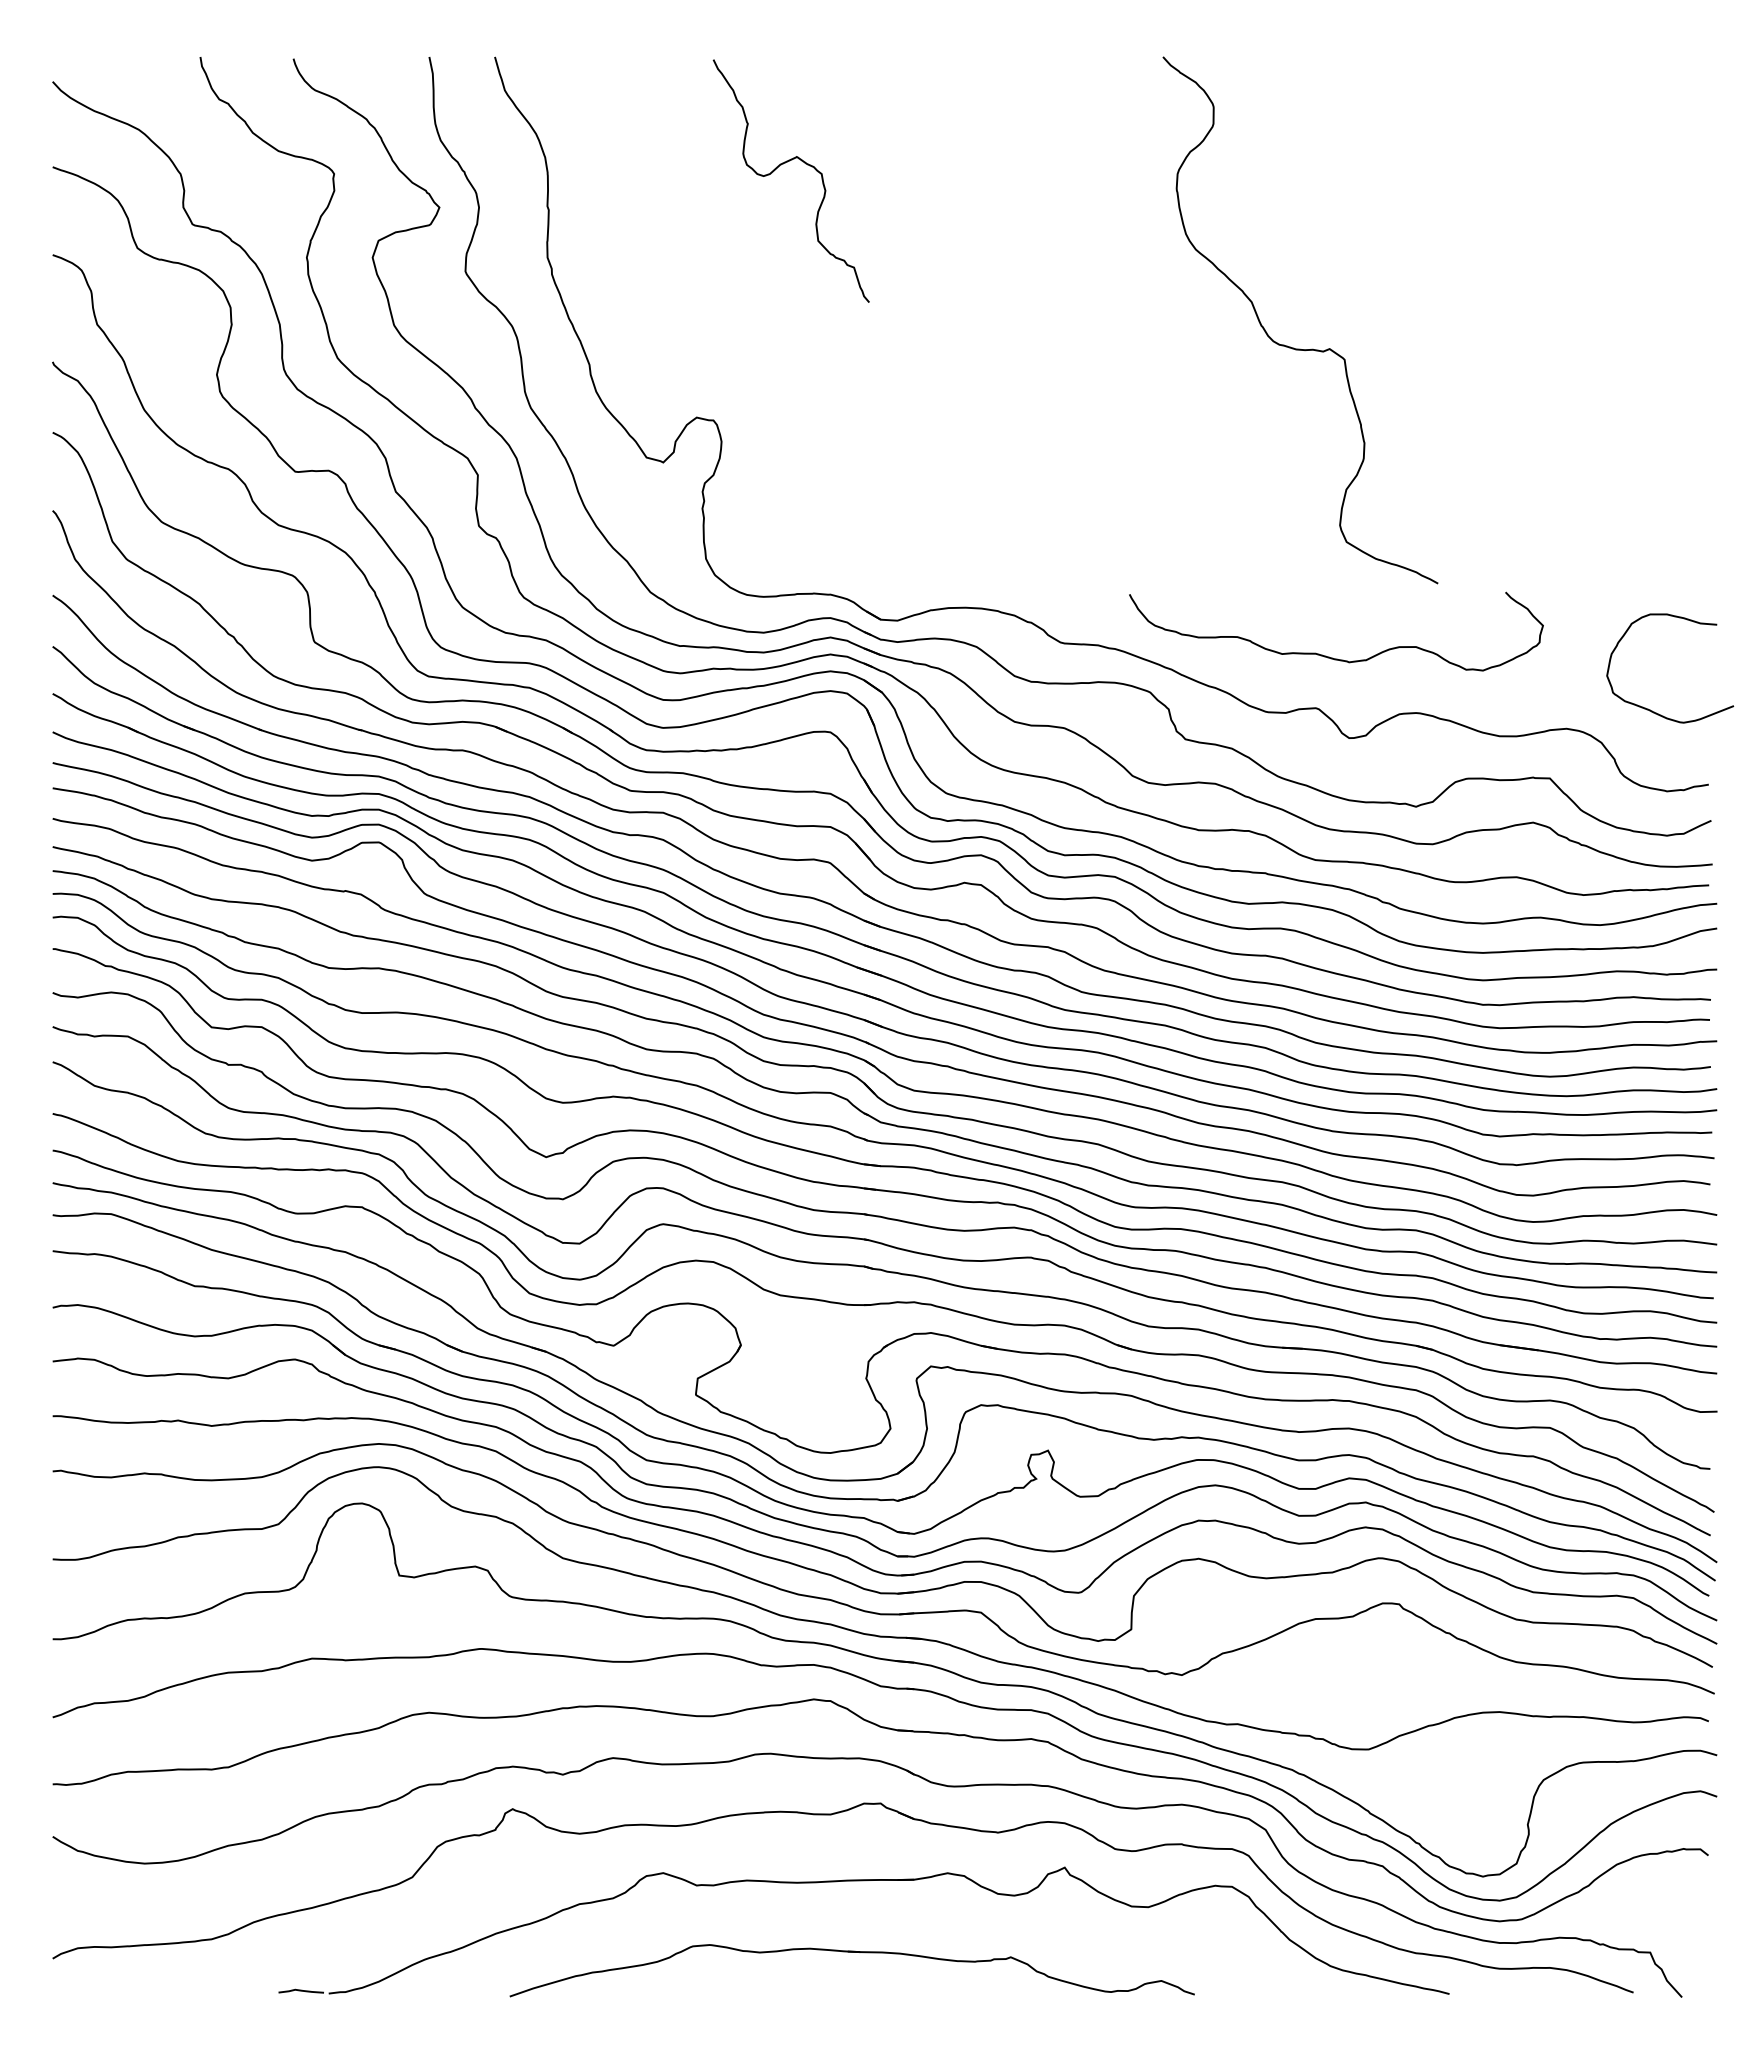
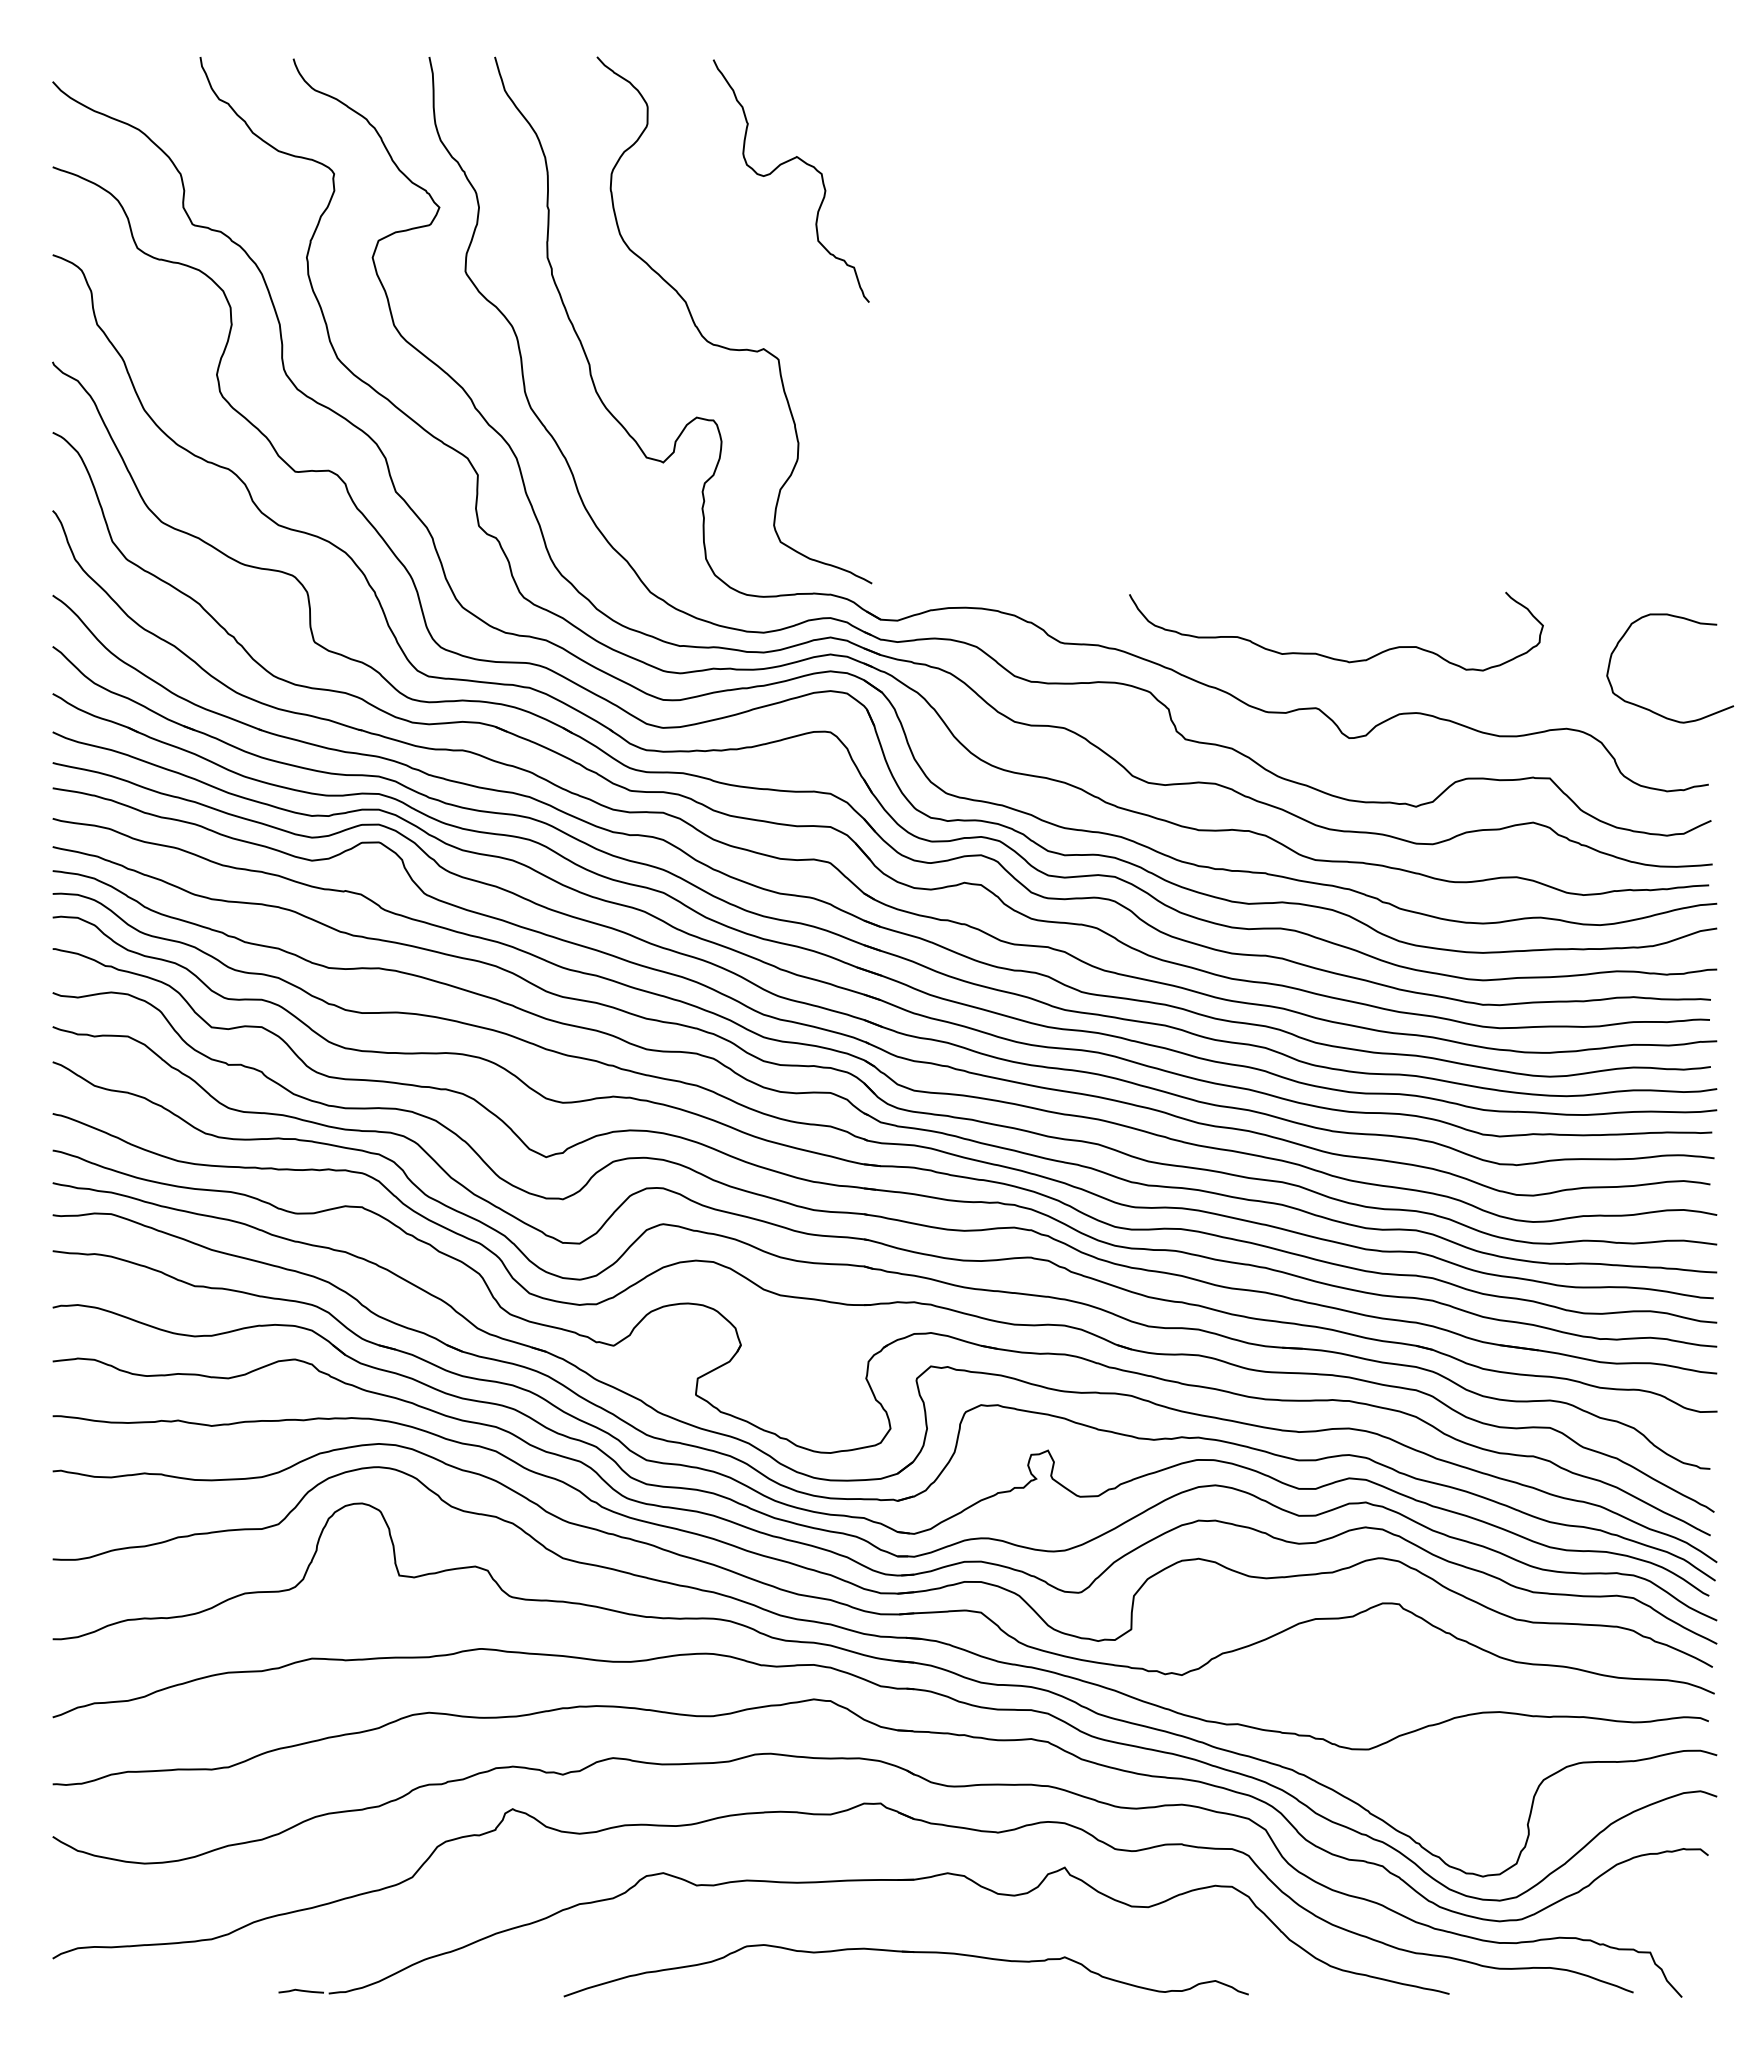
curve at (1290, 346) position: (1290, 346) -> (724, 346)
part at (851, 1952) position: (851, 1952) -> (905, 1952)
